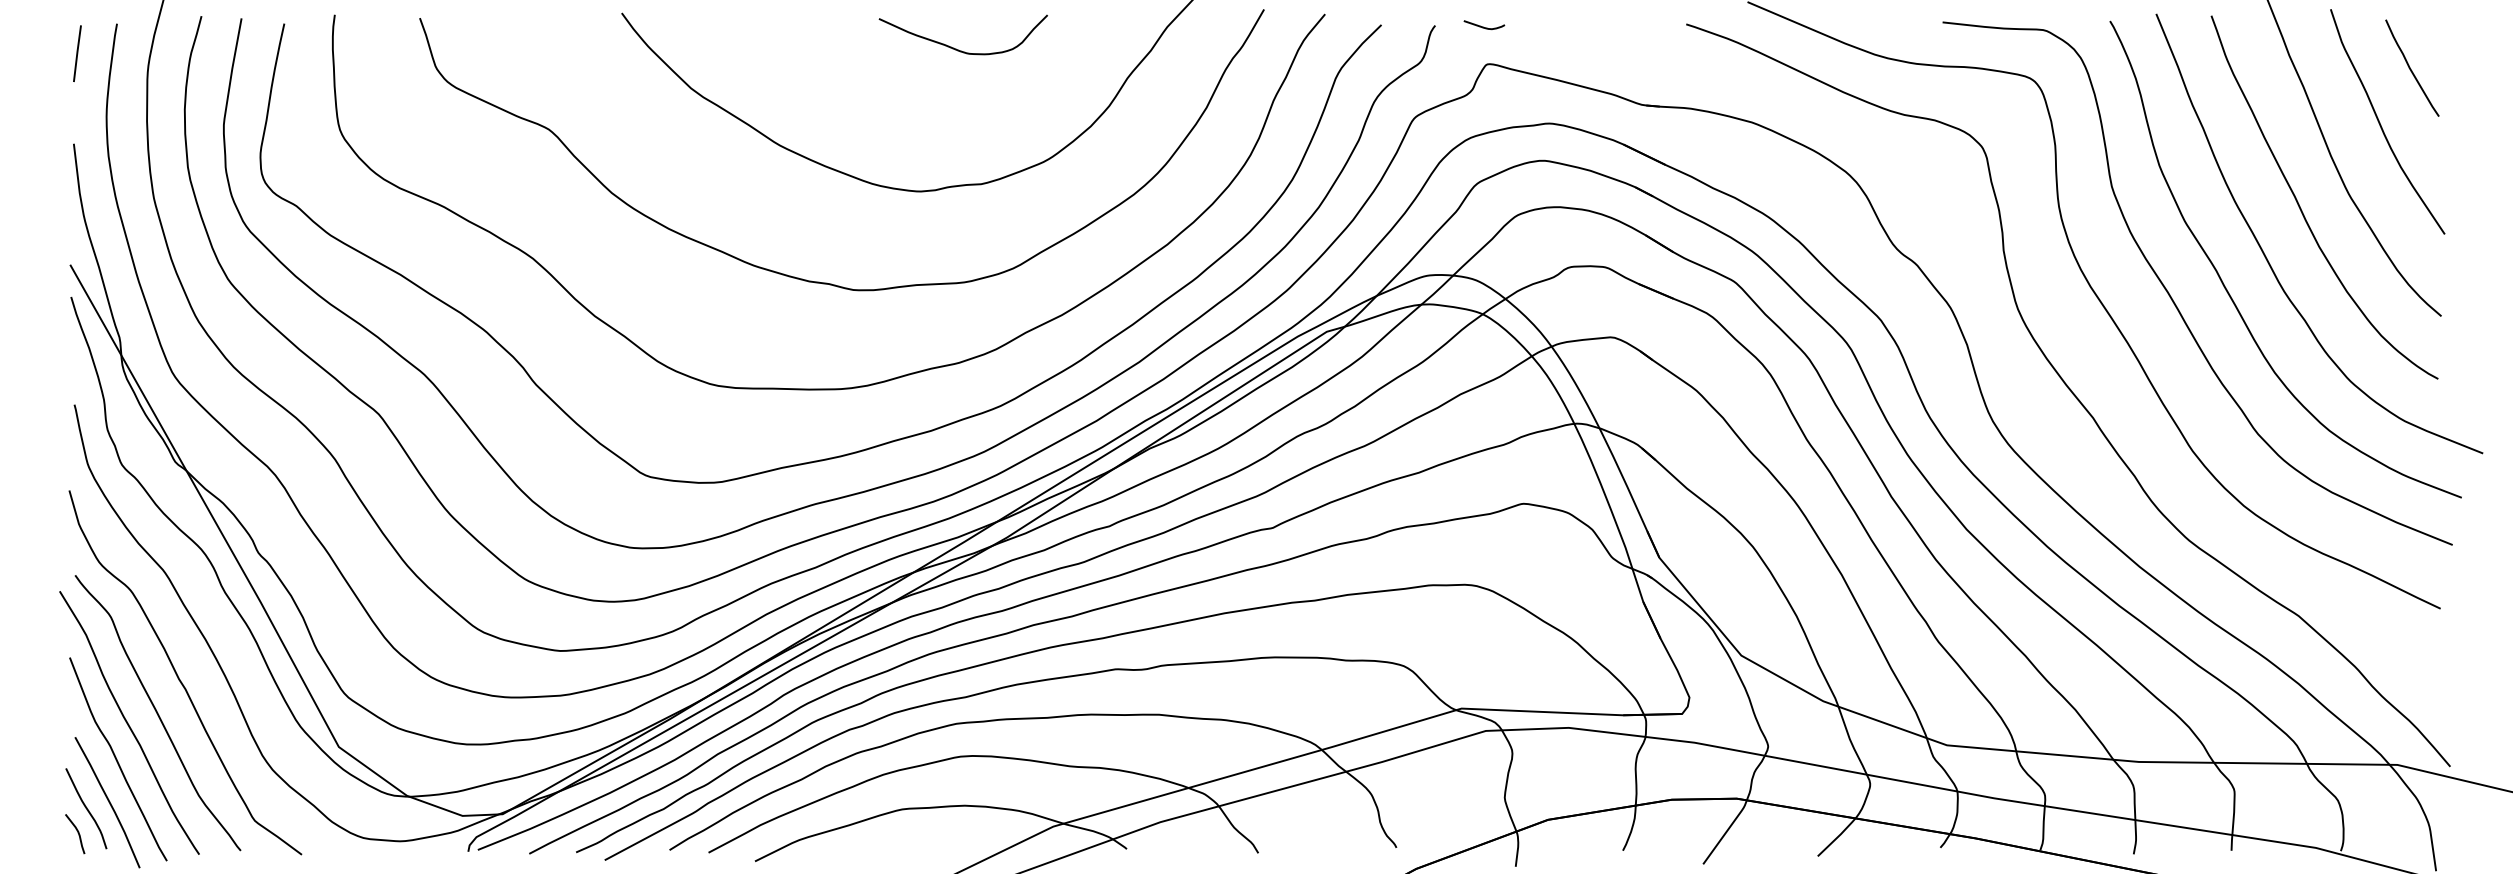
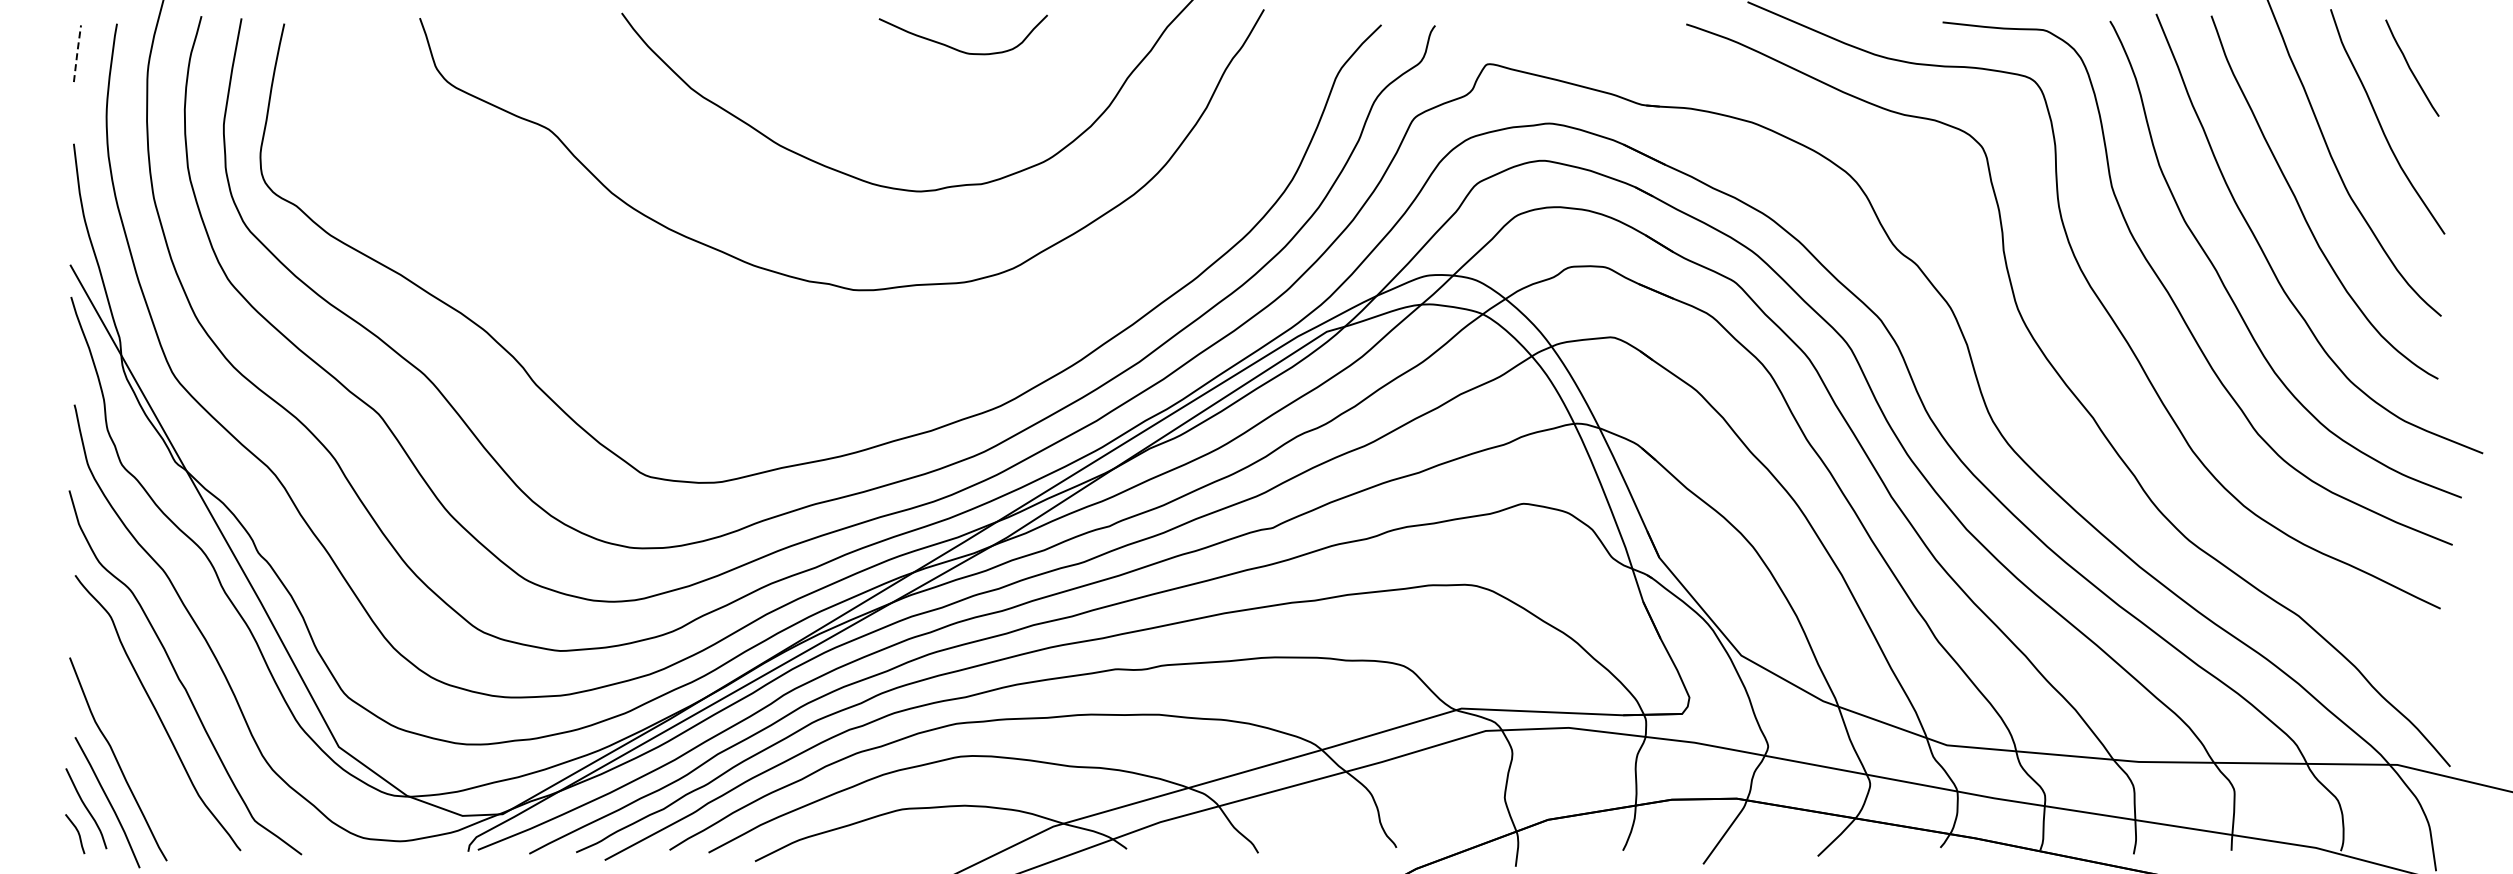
curve at (1483, 26): present -> none
line at (77, 52): solid -> dashed
curve at (853, 386): present -> none
curve at (128, 722): present -> none
